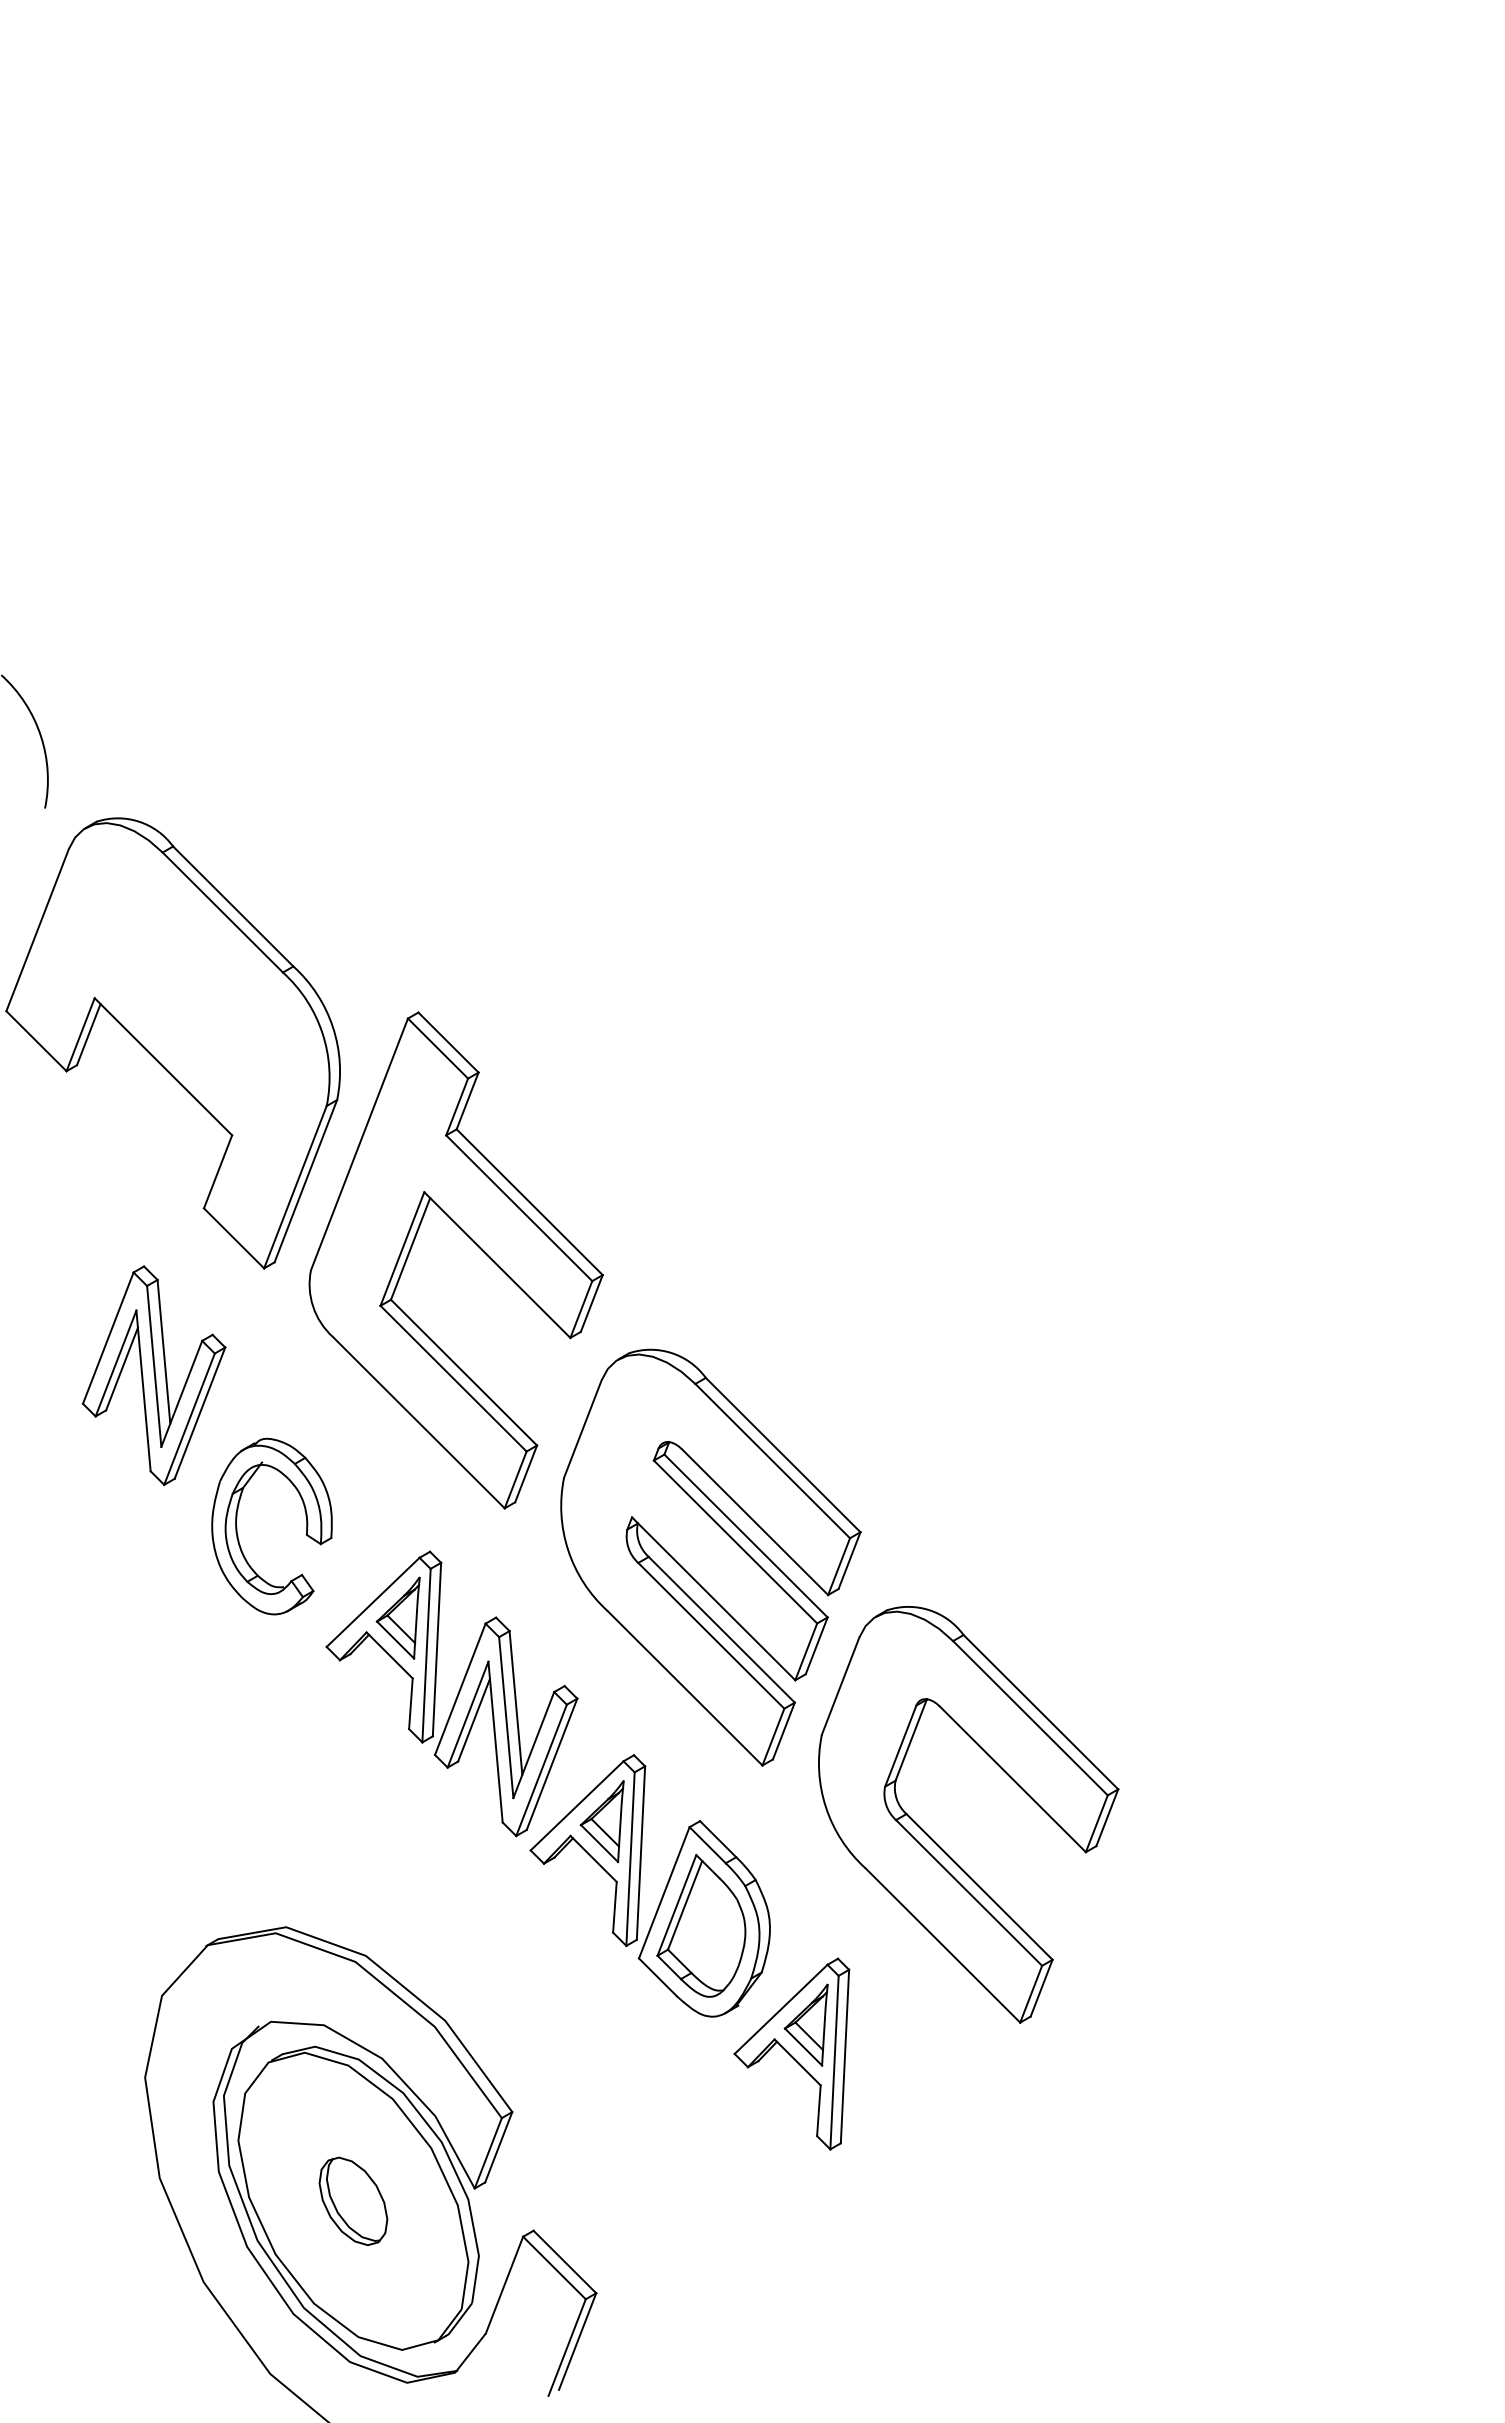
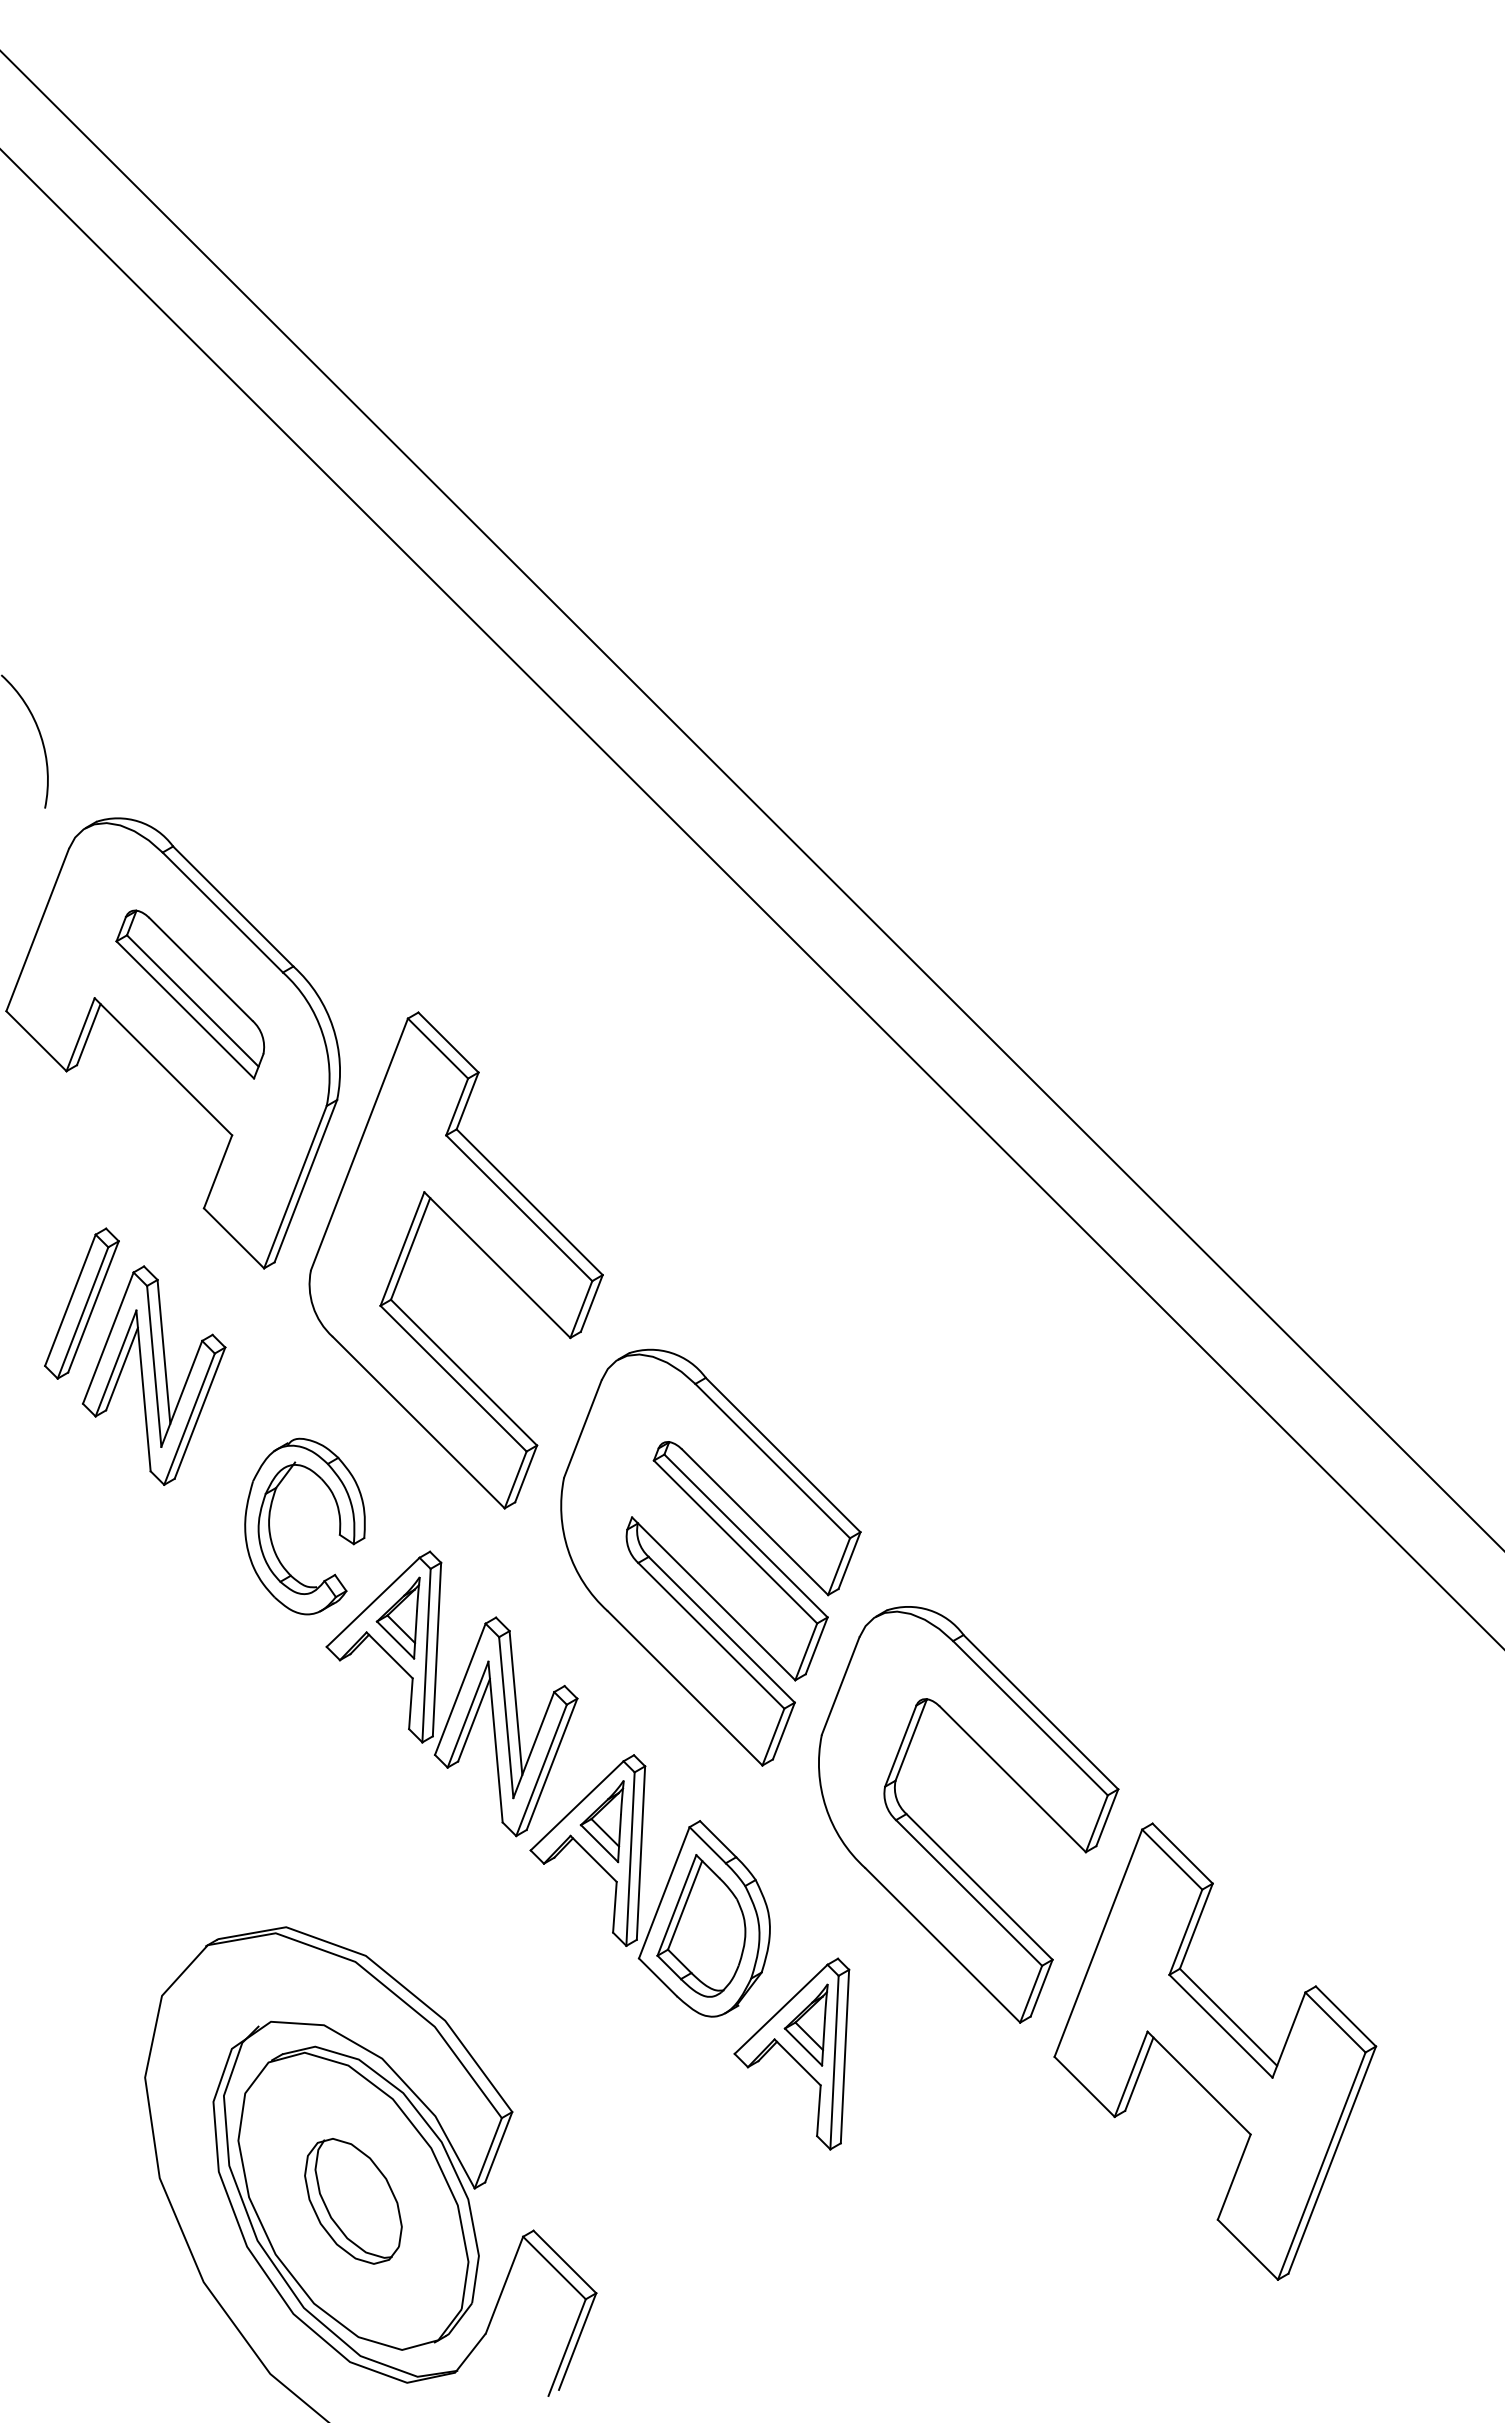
line at (751, 800): none -> present
line at (751, 898): none -> present
part at (190, 994): none -> present
part at (81, 1303): none -> present
part at (237, 1526) position: (237, 1526) -> (270, 1526)
part at (1215, 2051): none -> present
part at (353, 2200) size: 71x90 px -> 99x127 px
